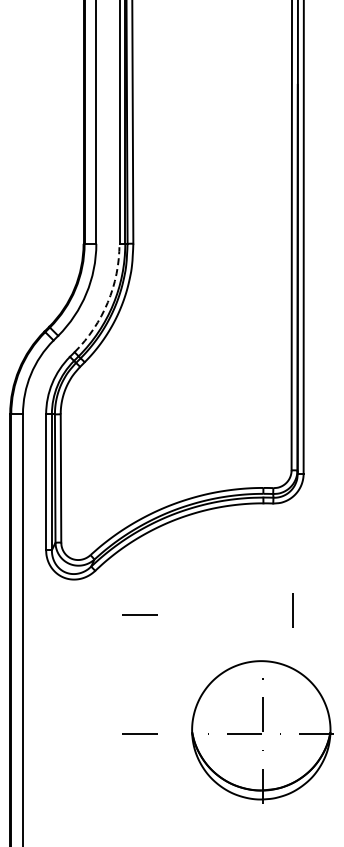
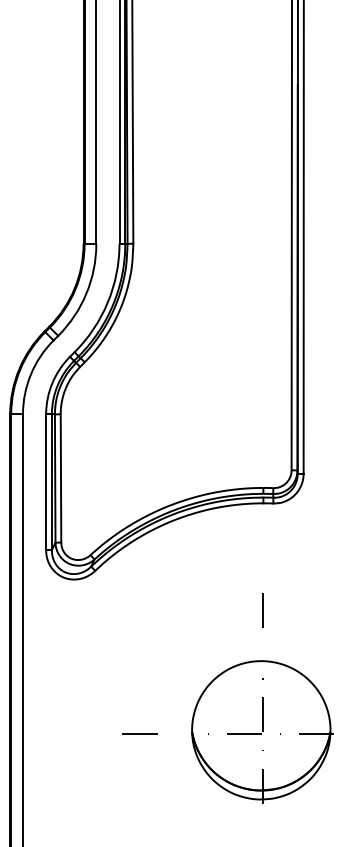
arc at (107, 302): dashed -> solid
line at (292, 610) position: (292, 610) -> (262, 610)
line at (139, 614): present -> none
